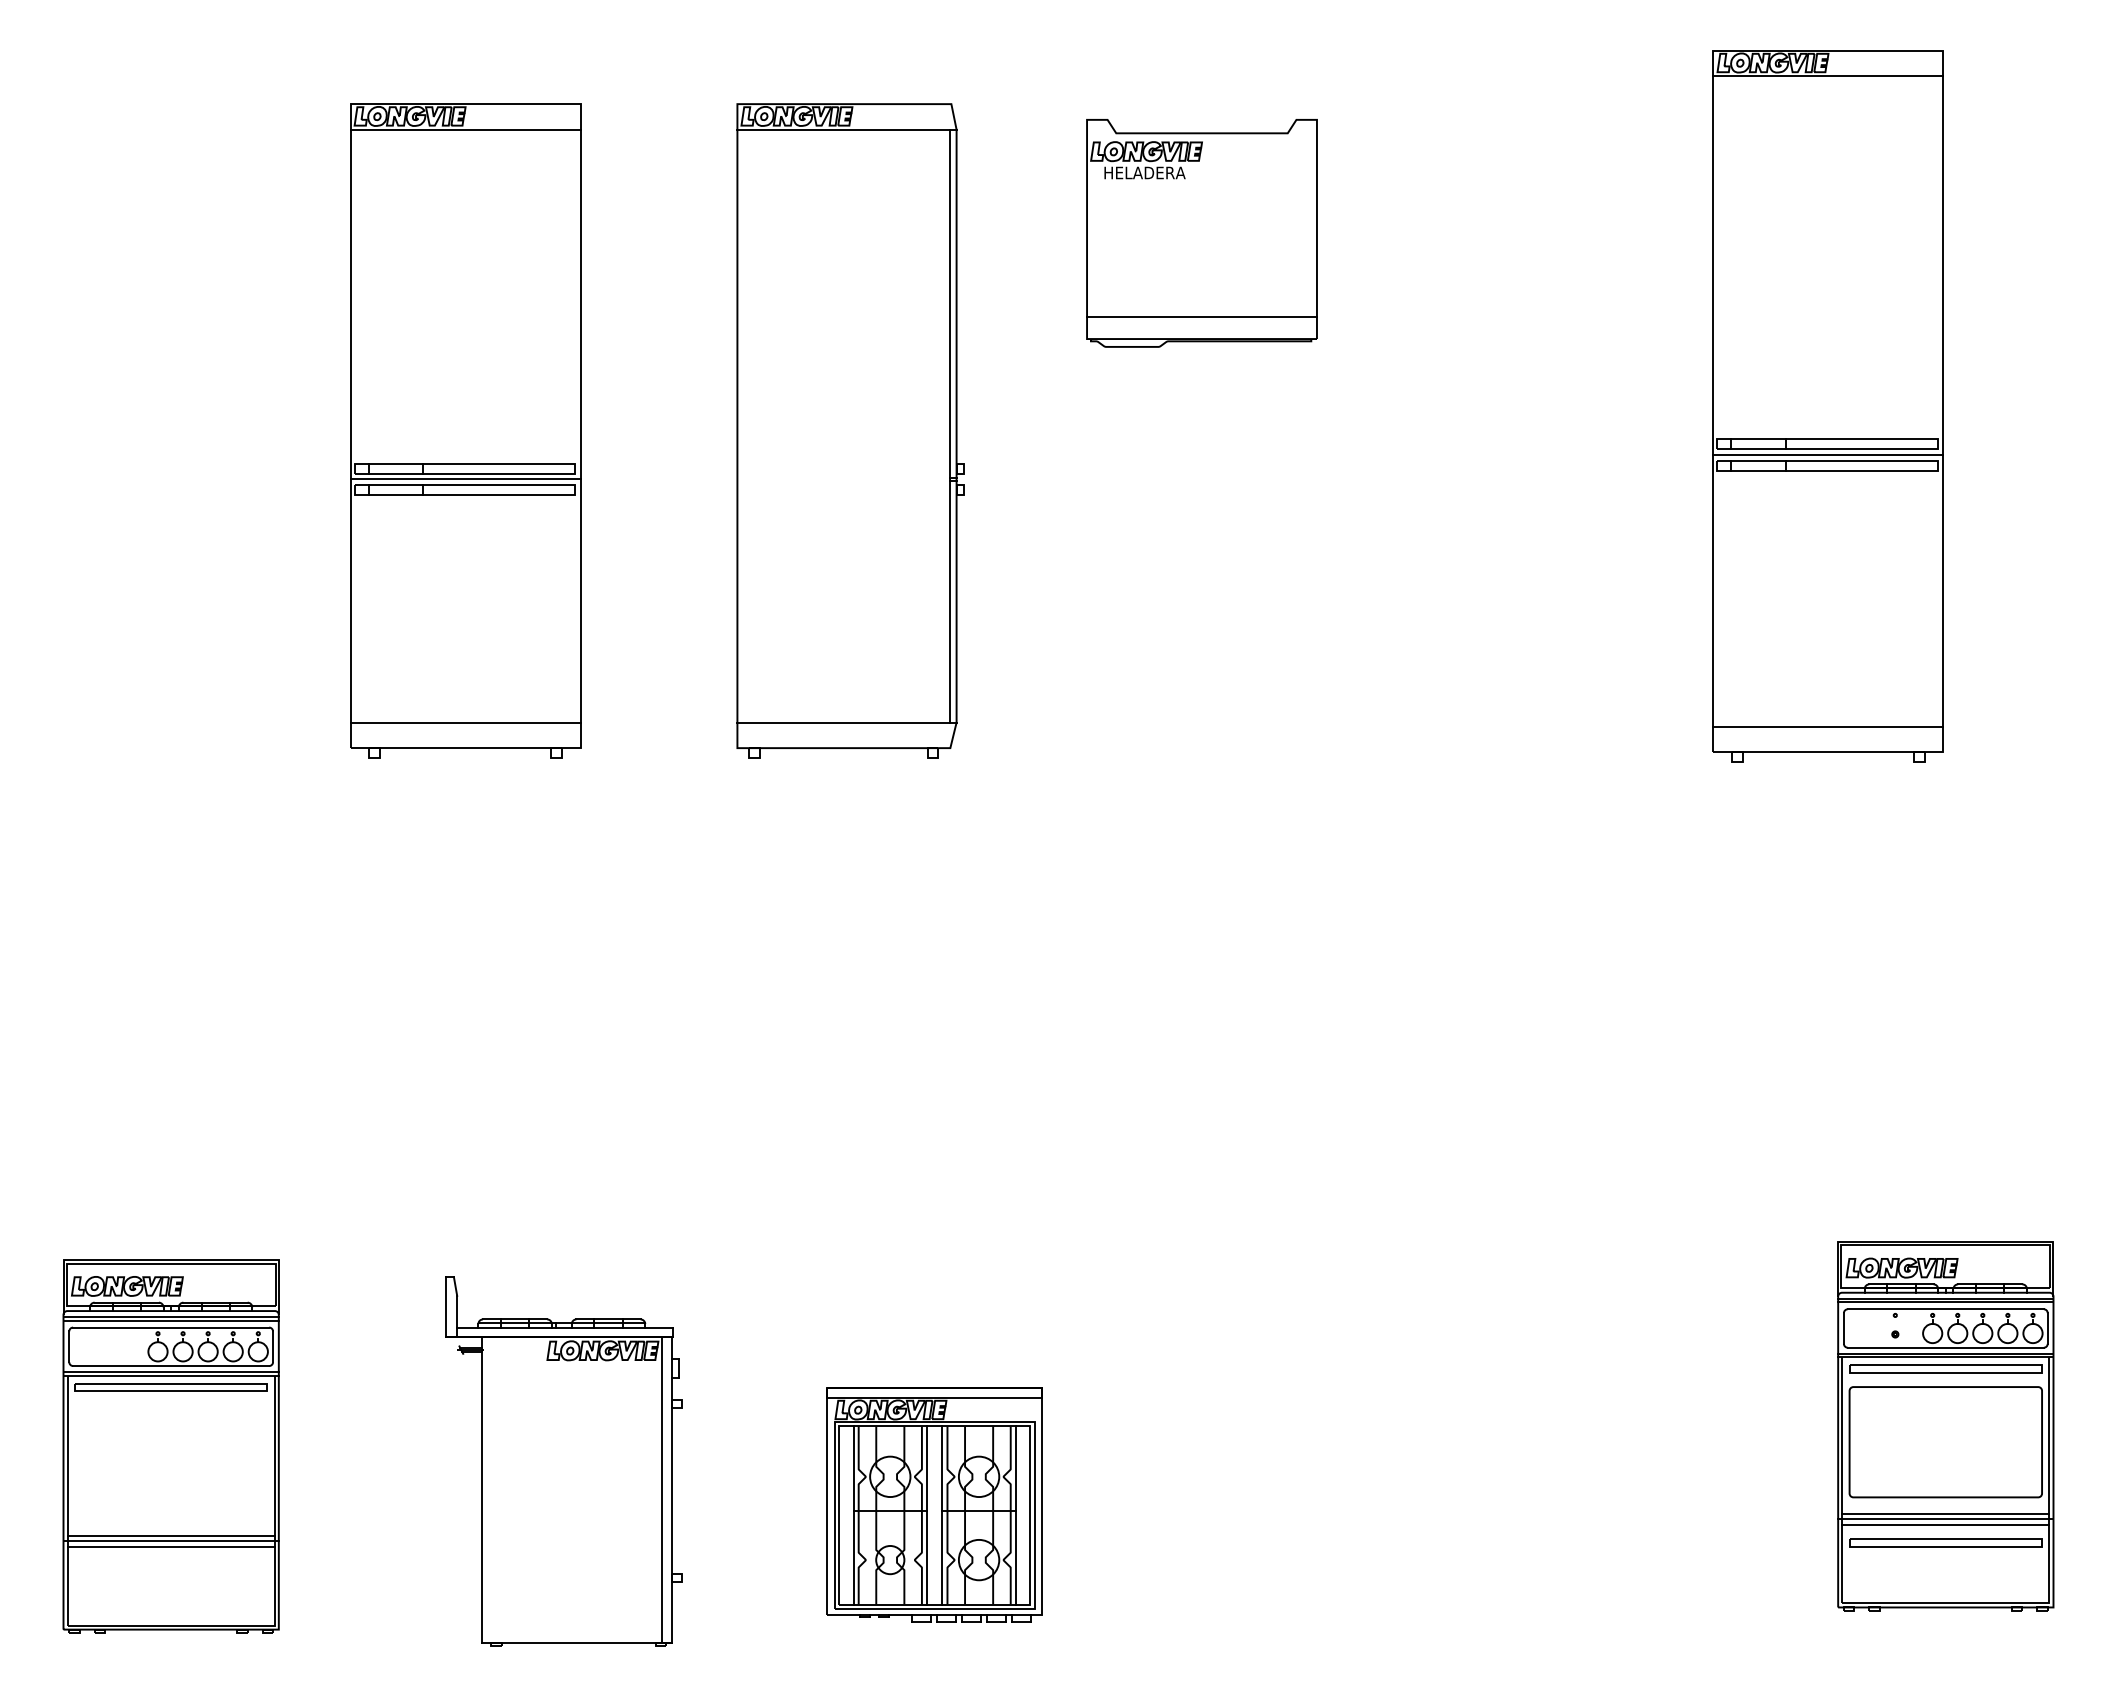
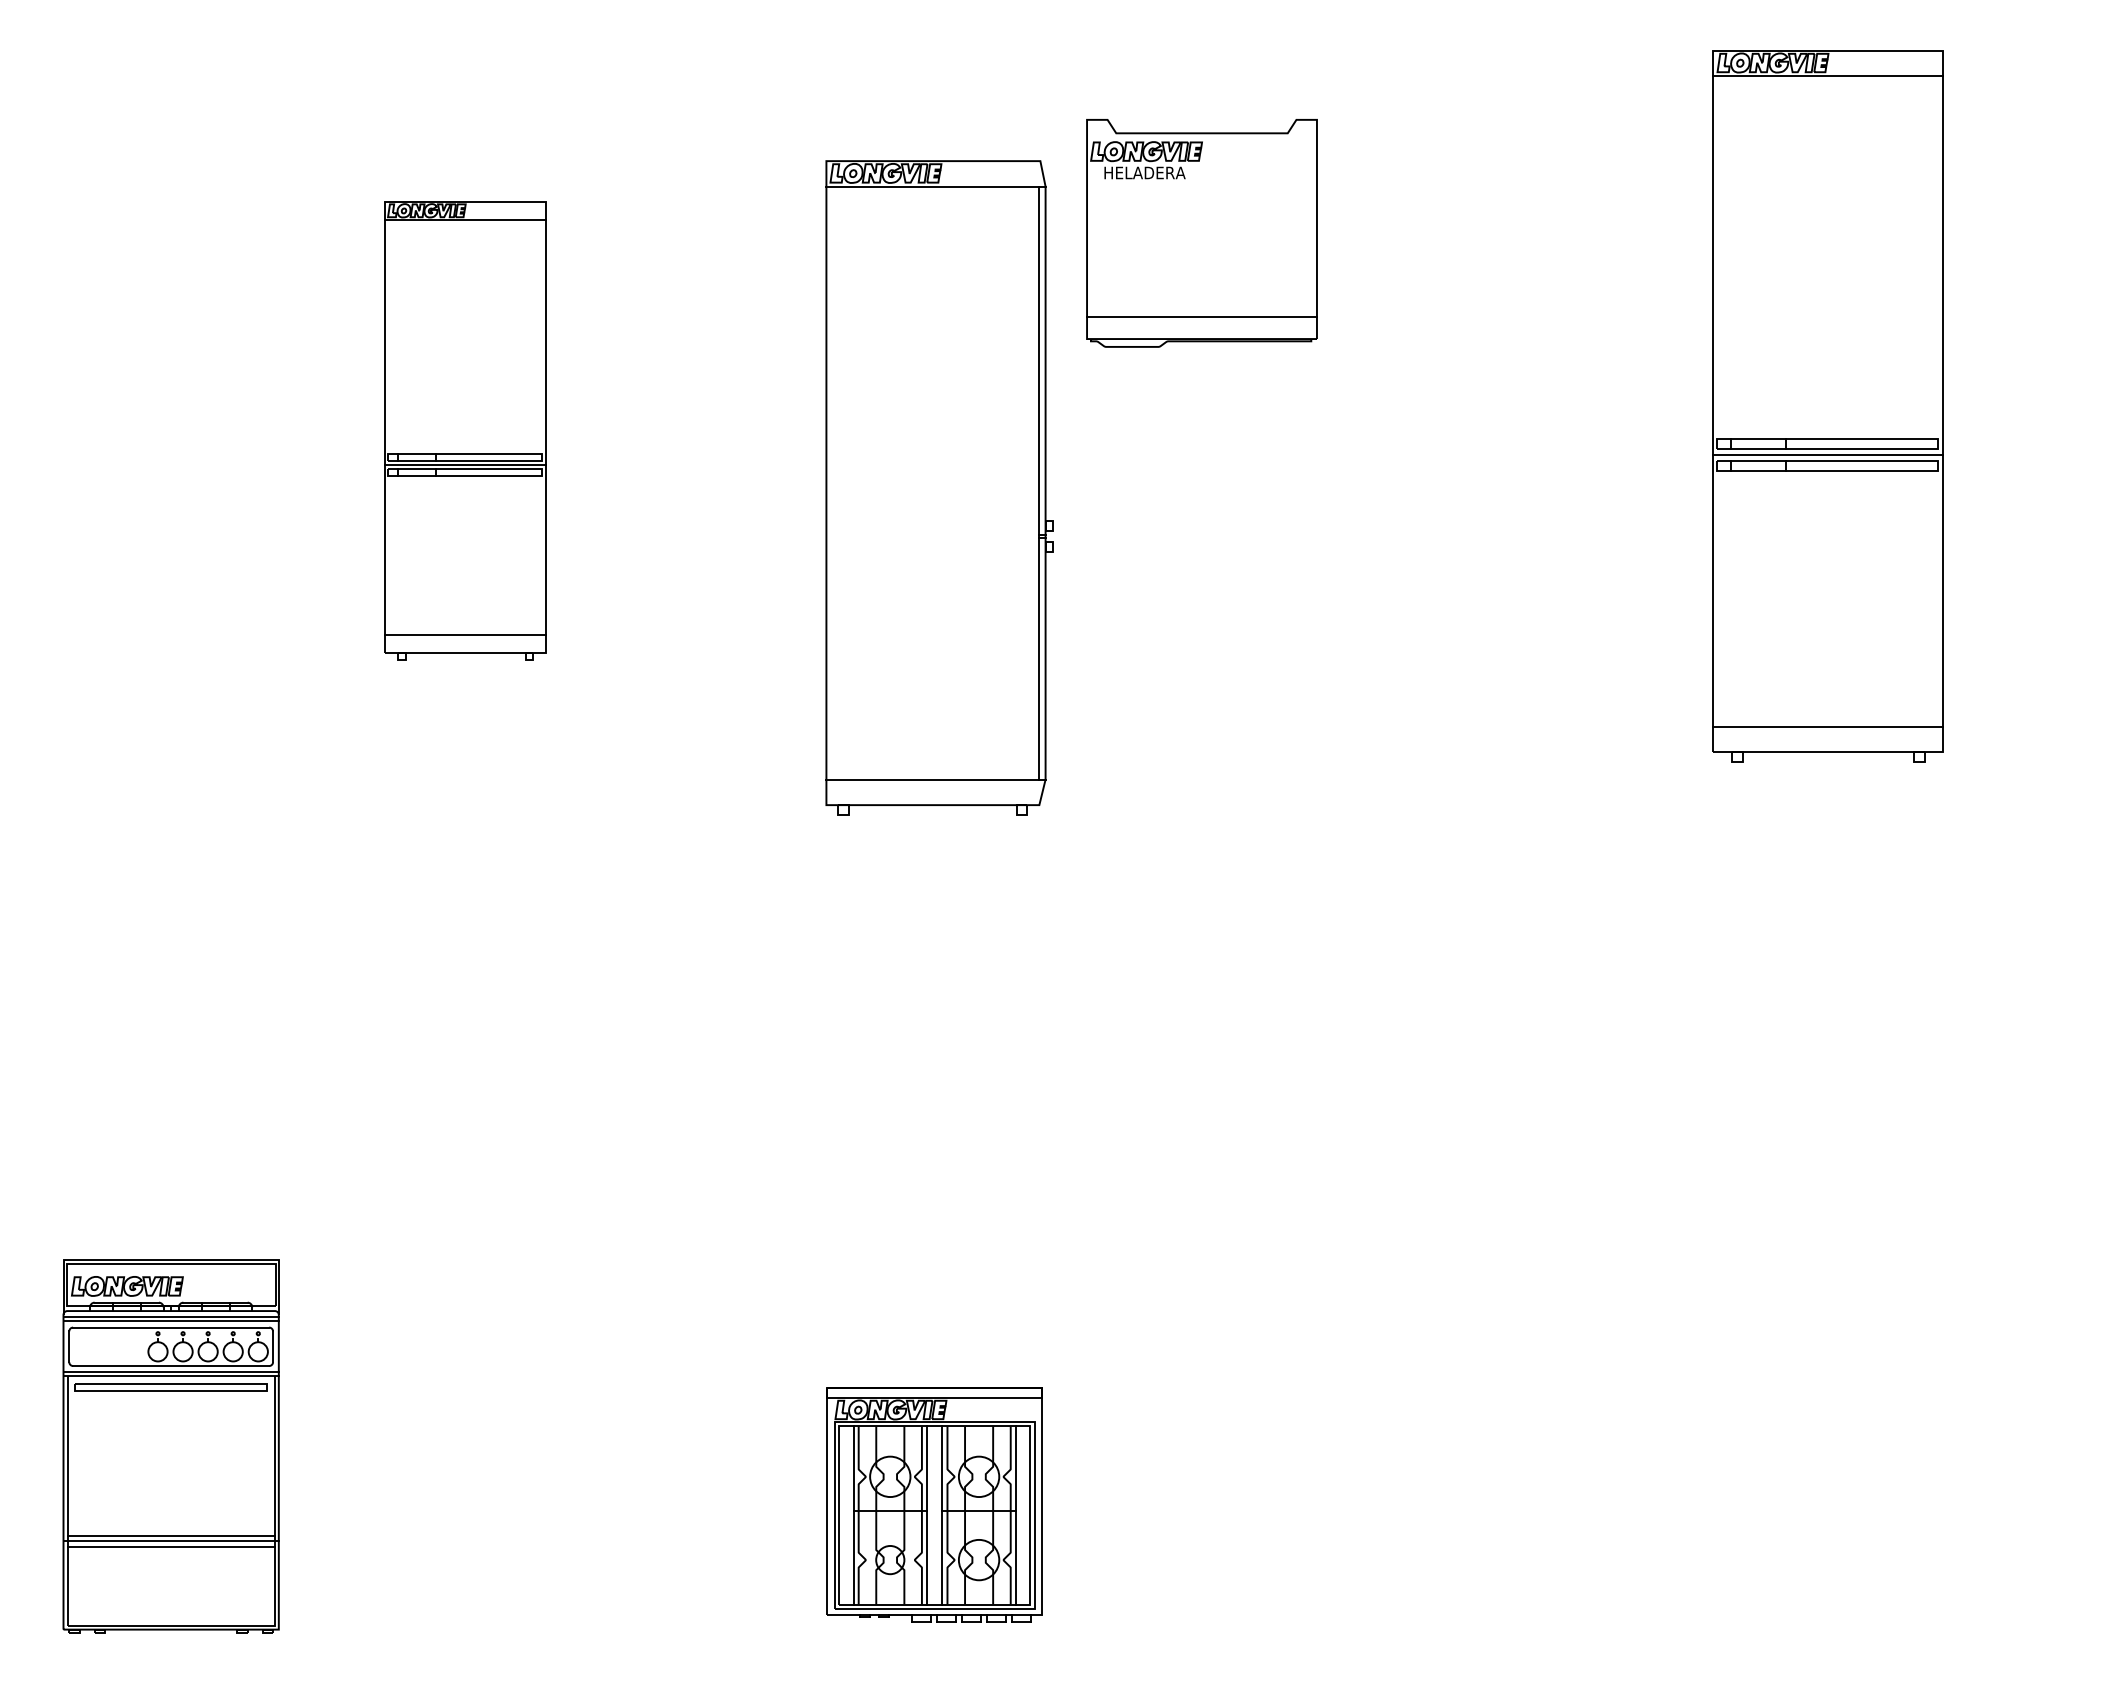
part at (465, 430) size: 232x656 px -> 163x460 px
part at (850, 430) position: (850, 430) -> (939, 487)
part at (1945, 1426): present -> none
part at (563, 1461): present -> none
